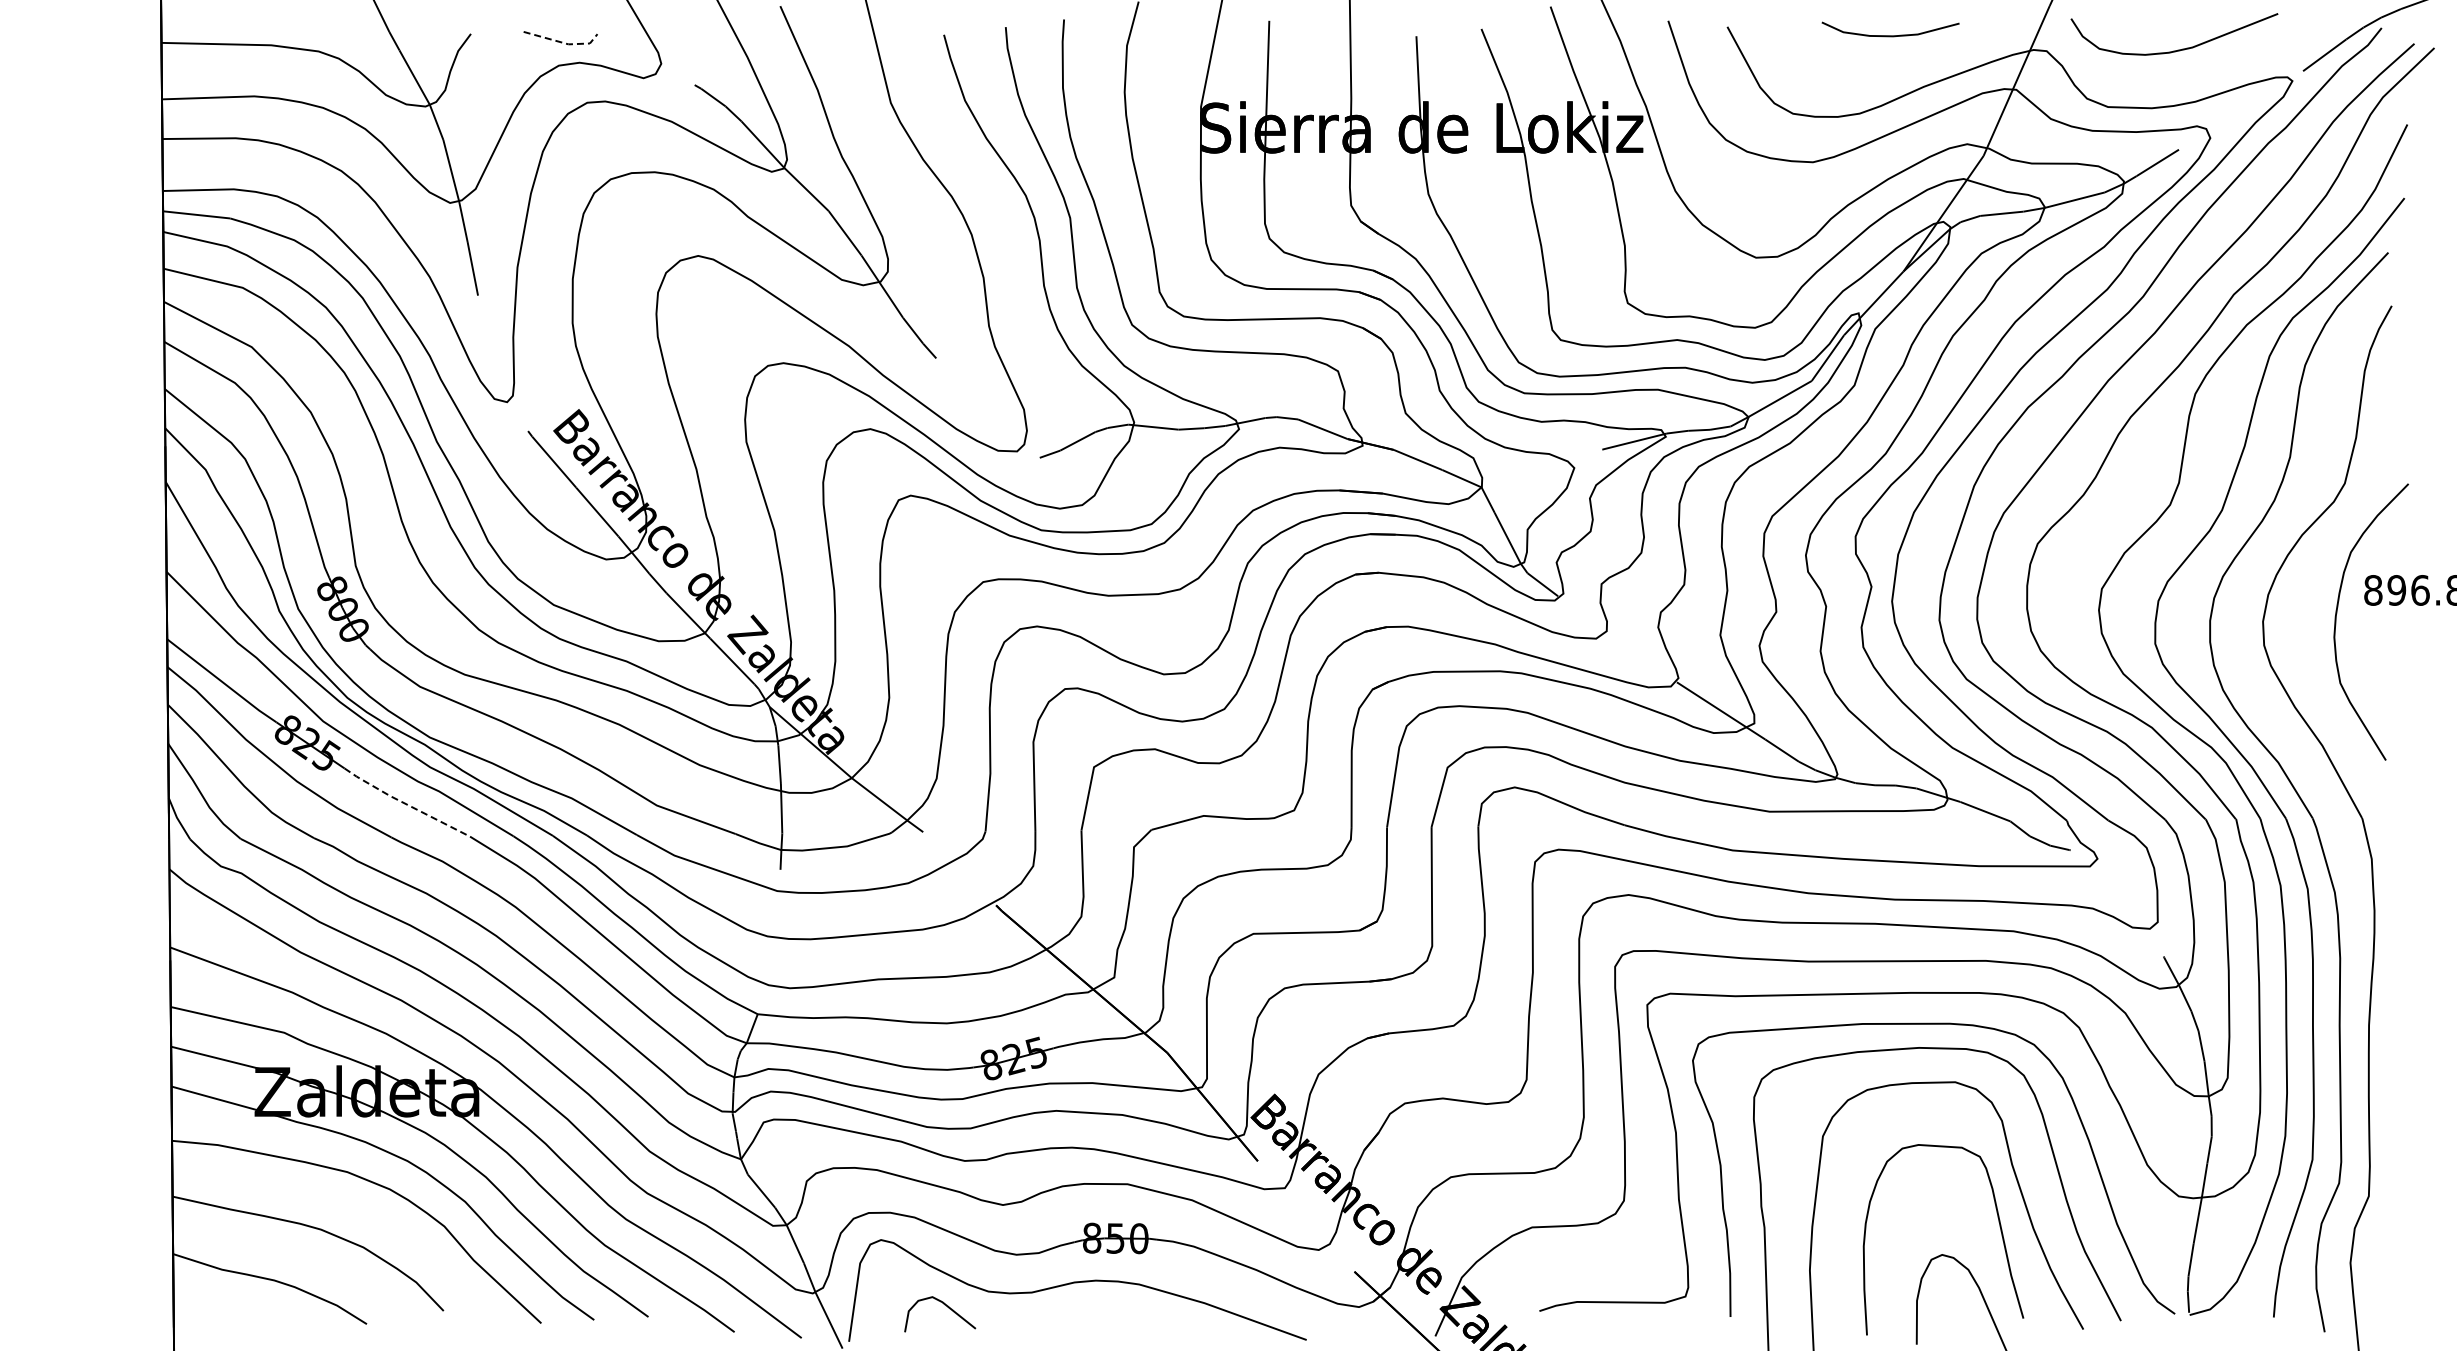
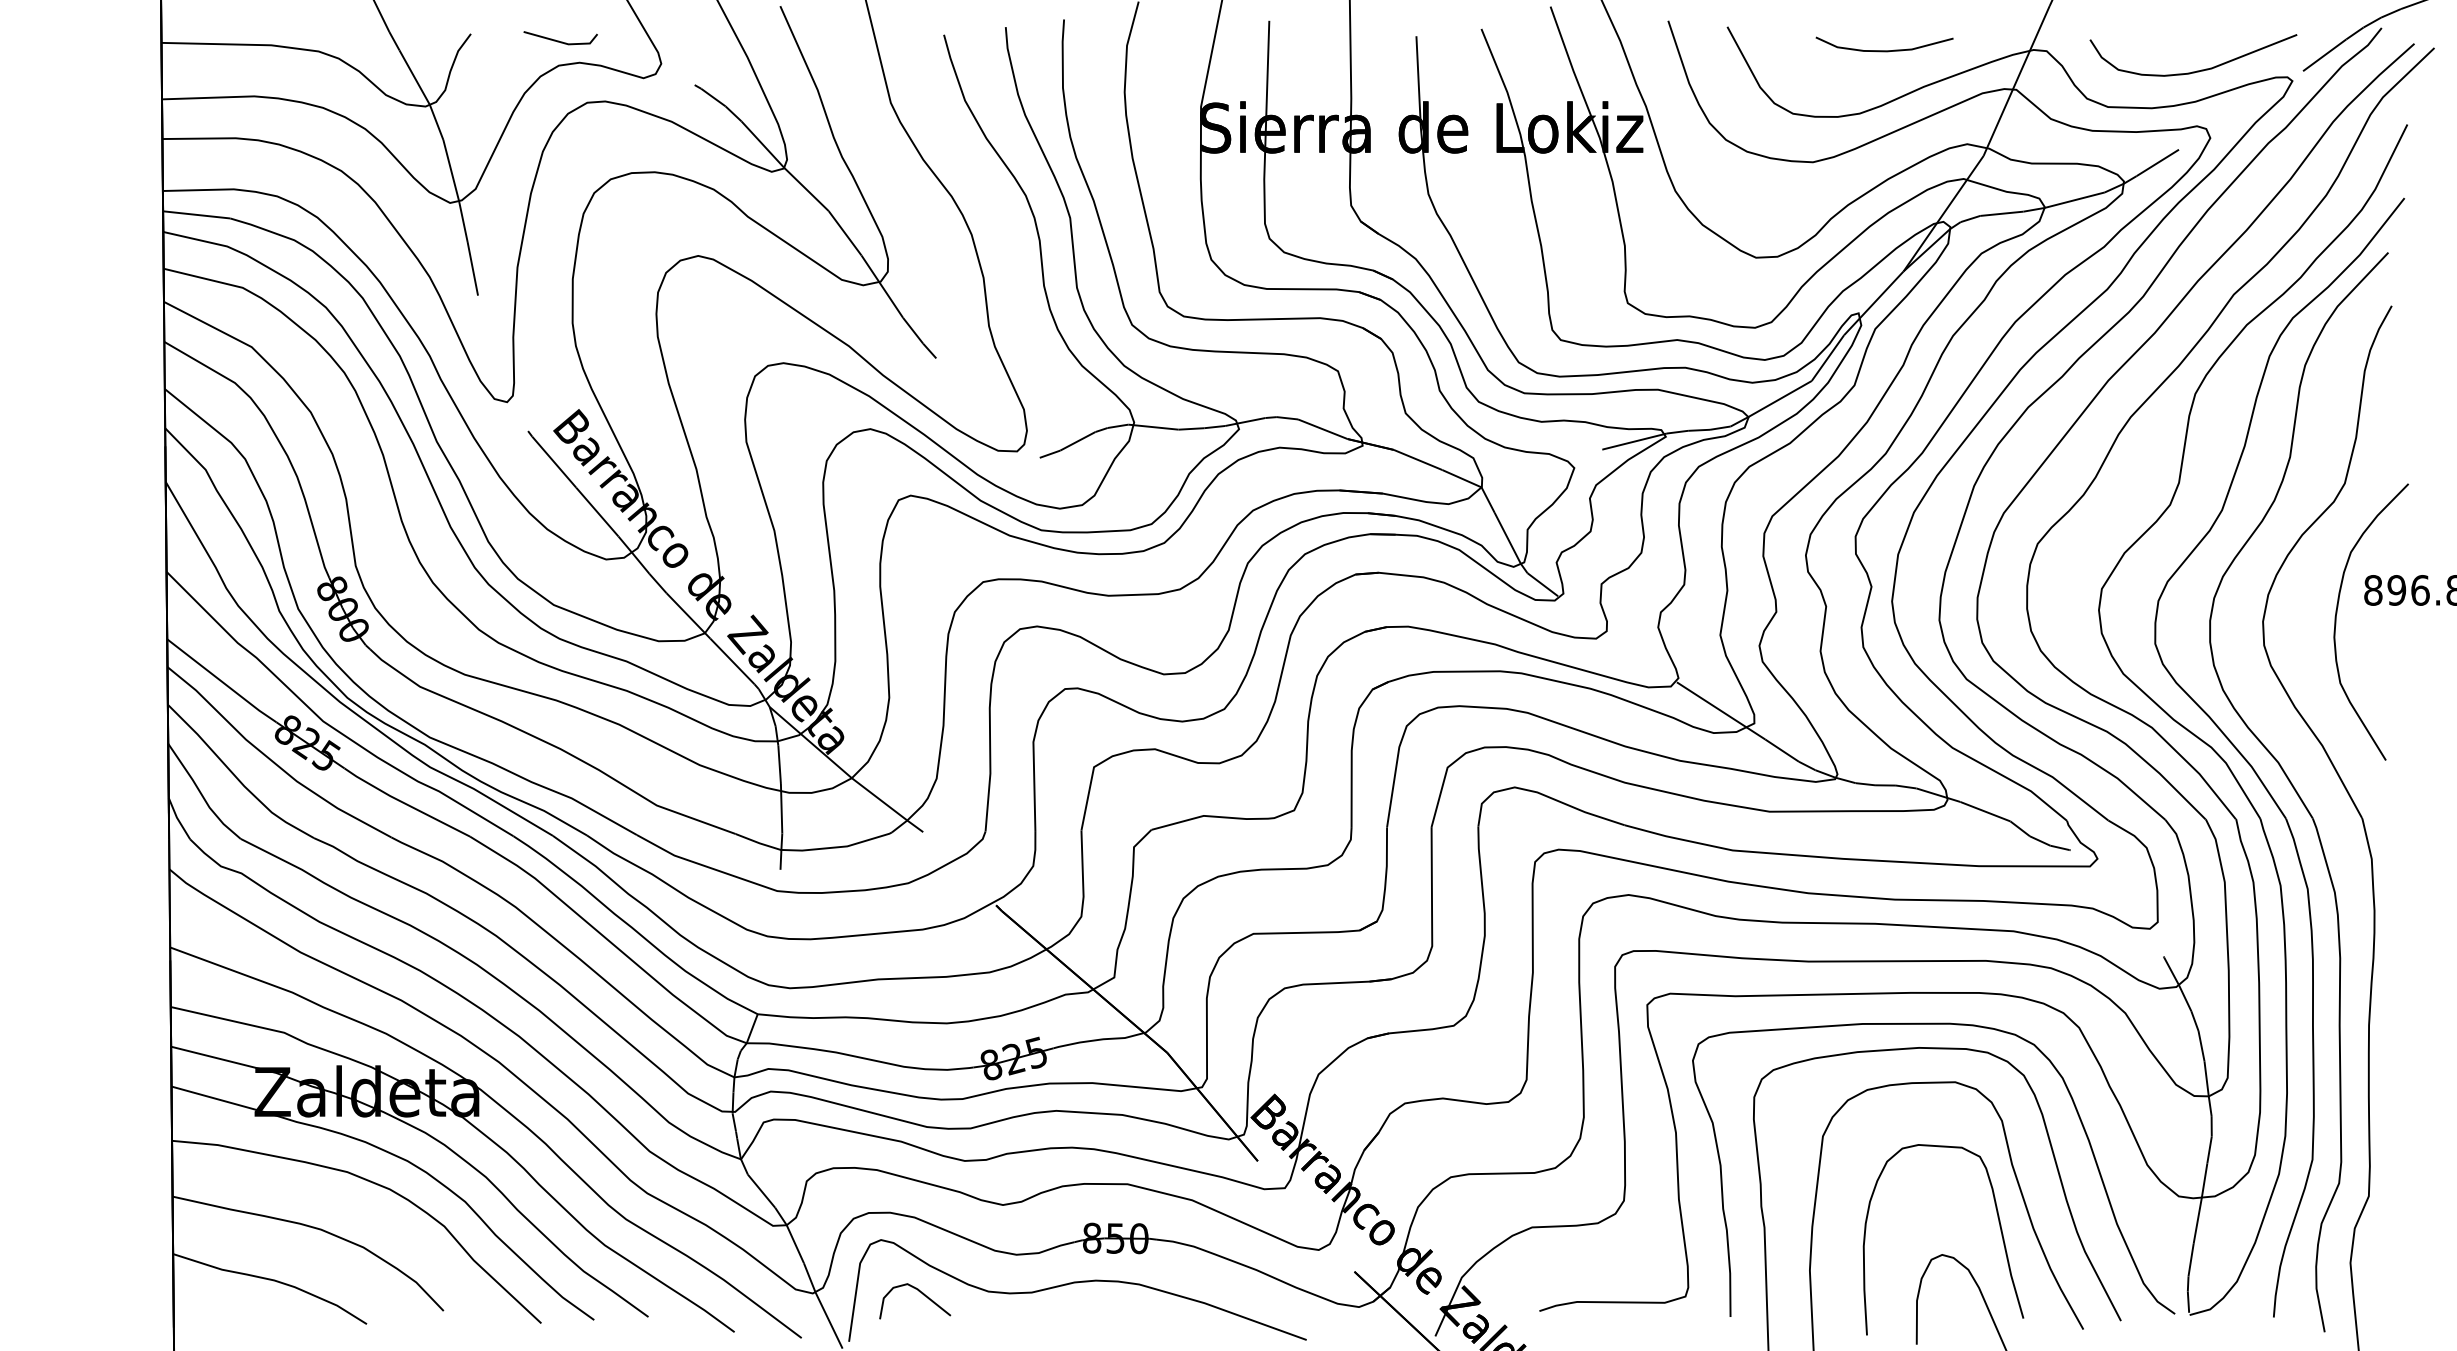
curve at (1890, 35) position: (1890, 35) -> (1884, 50)
line at (563, 43): dashed -> solid
curve at (2177, 49) position: (2177, 49) -> (2196, 70)
line at (405, 803): dashed -> solid
curve at (944, 1305) position: (944, 1305) -> (919, 1292)
